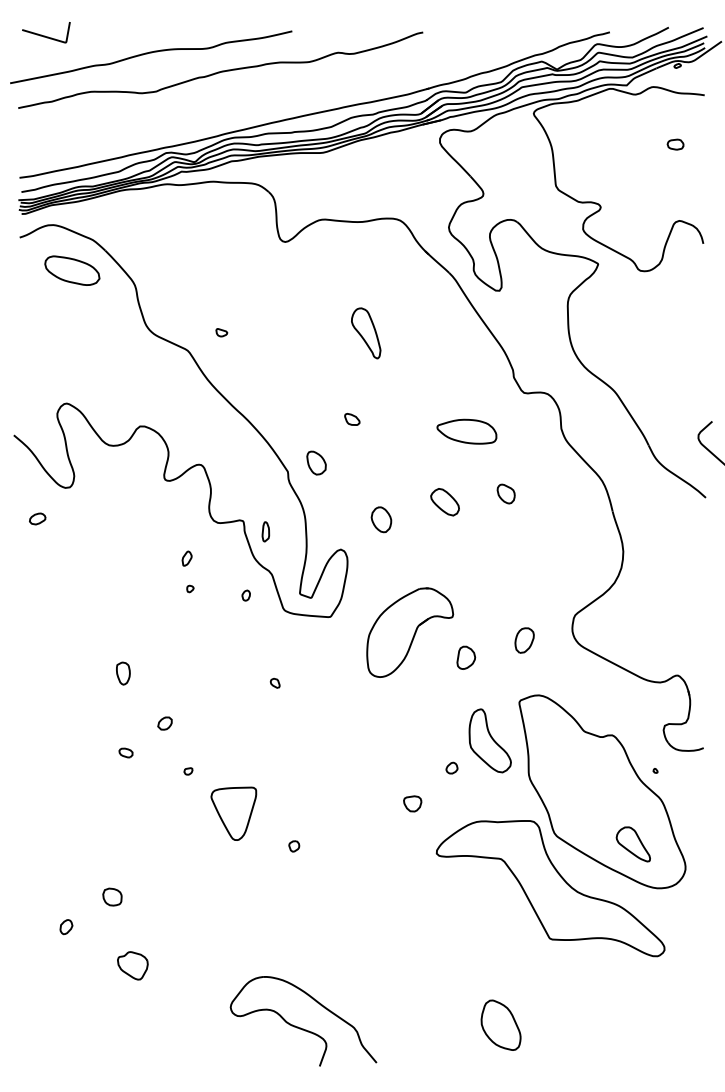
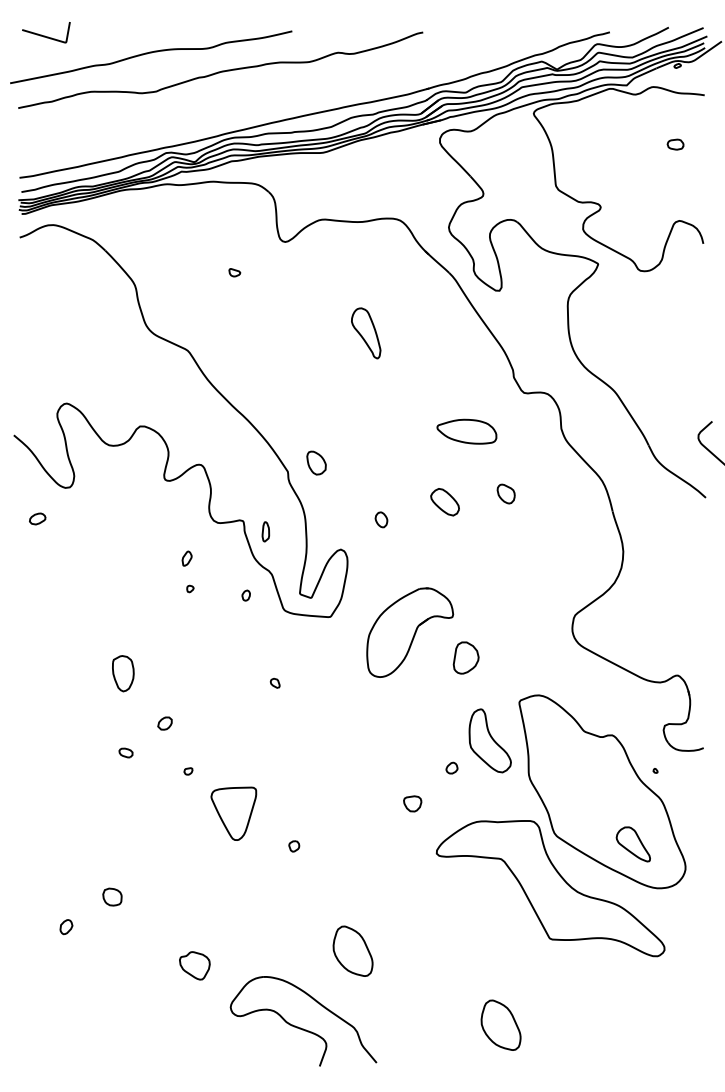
part at (72, 270): present -> none
part at (221, 332) position: (221, 332) -> (234, 272)
part at (352, 419): present -> none
part at (381, 519) size: 23x28 px -> 15x18 px
part at (524, 640): present -> none
part at (466, 657) size: 21x25 px -> 28x34 px
part at (123, 673) size: 15x25 px -> 23x38 px
part at (352, 950): none -> present
part at (132, 965) position: (132, 965) -> (194, 965)
